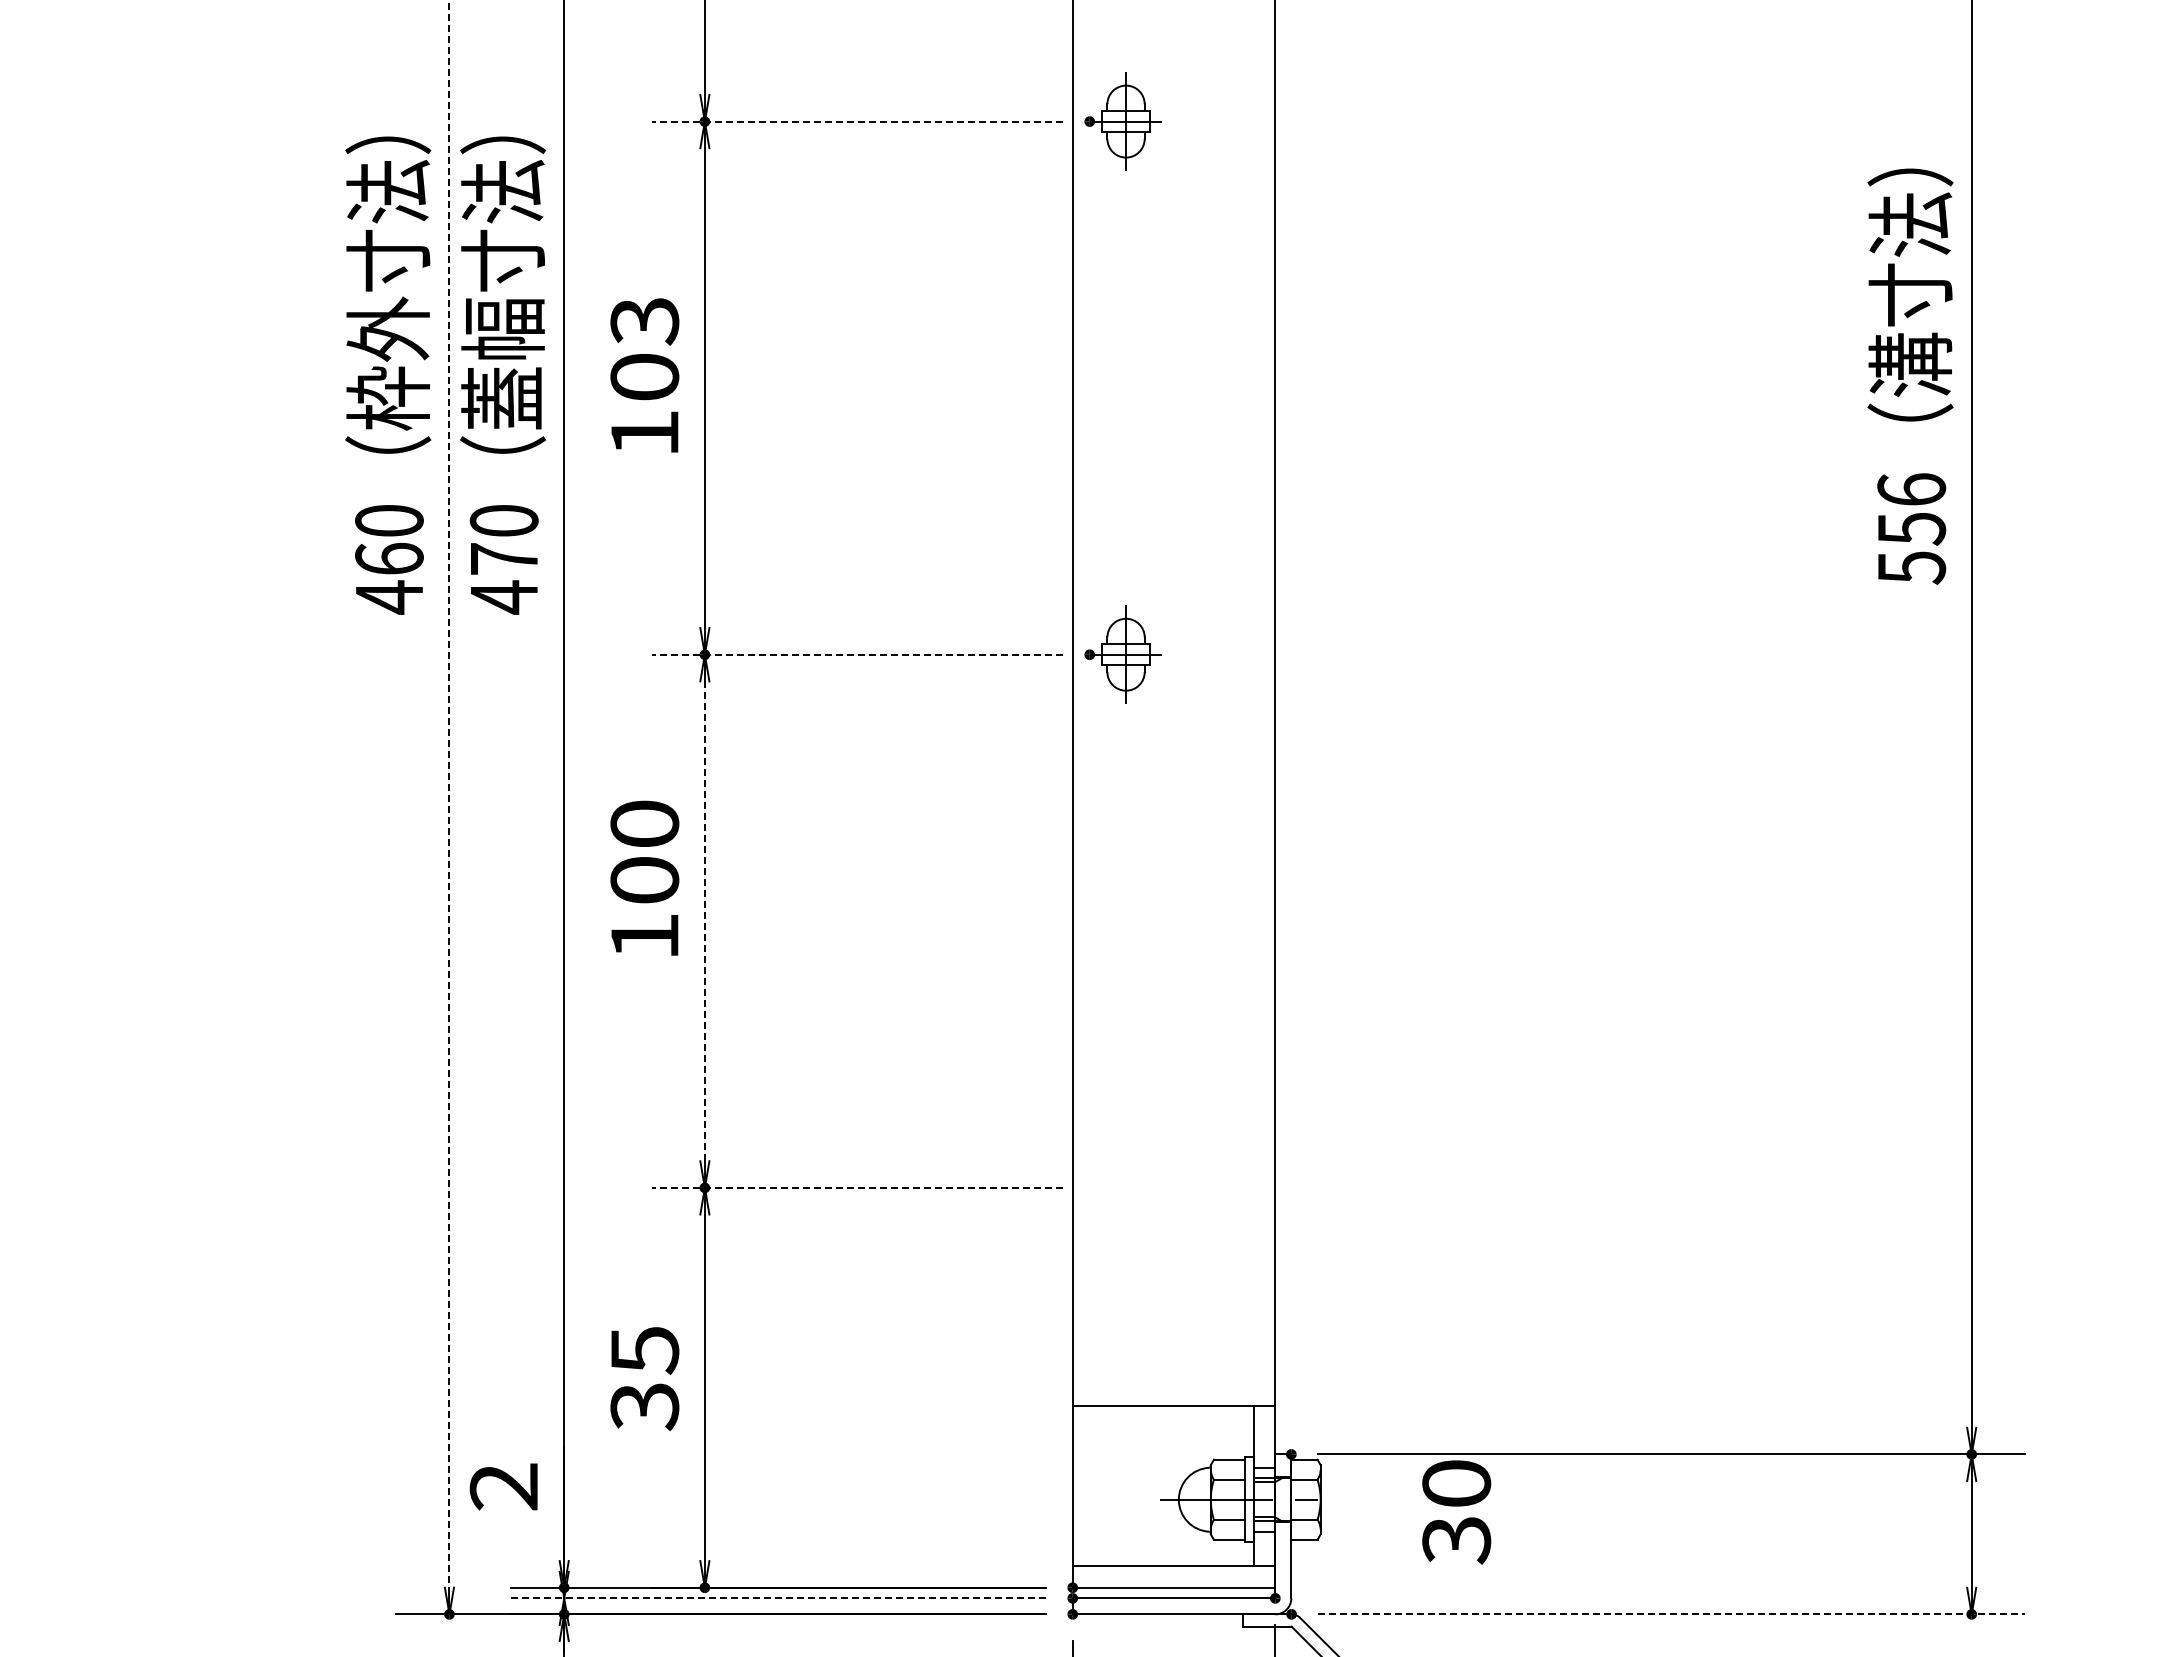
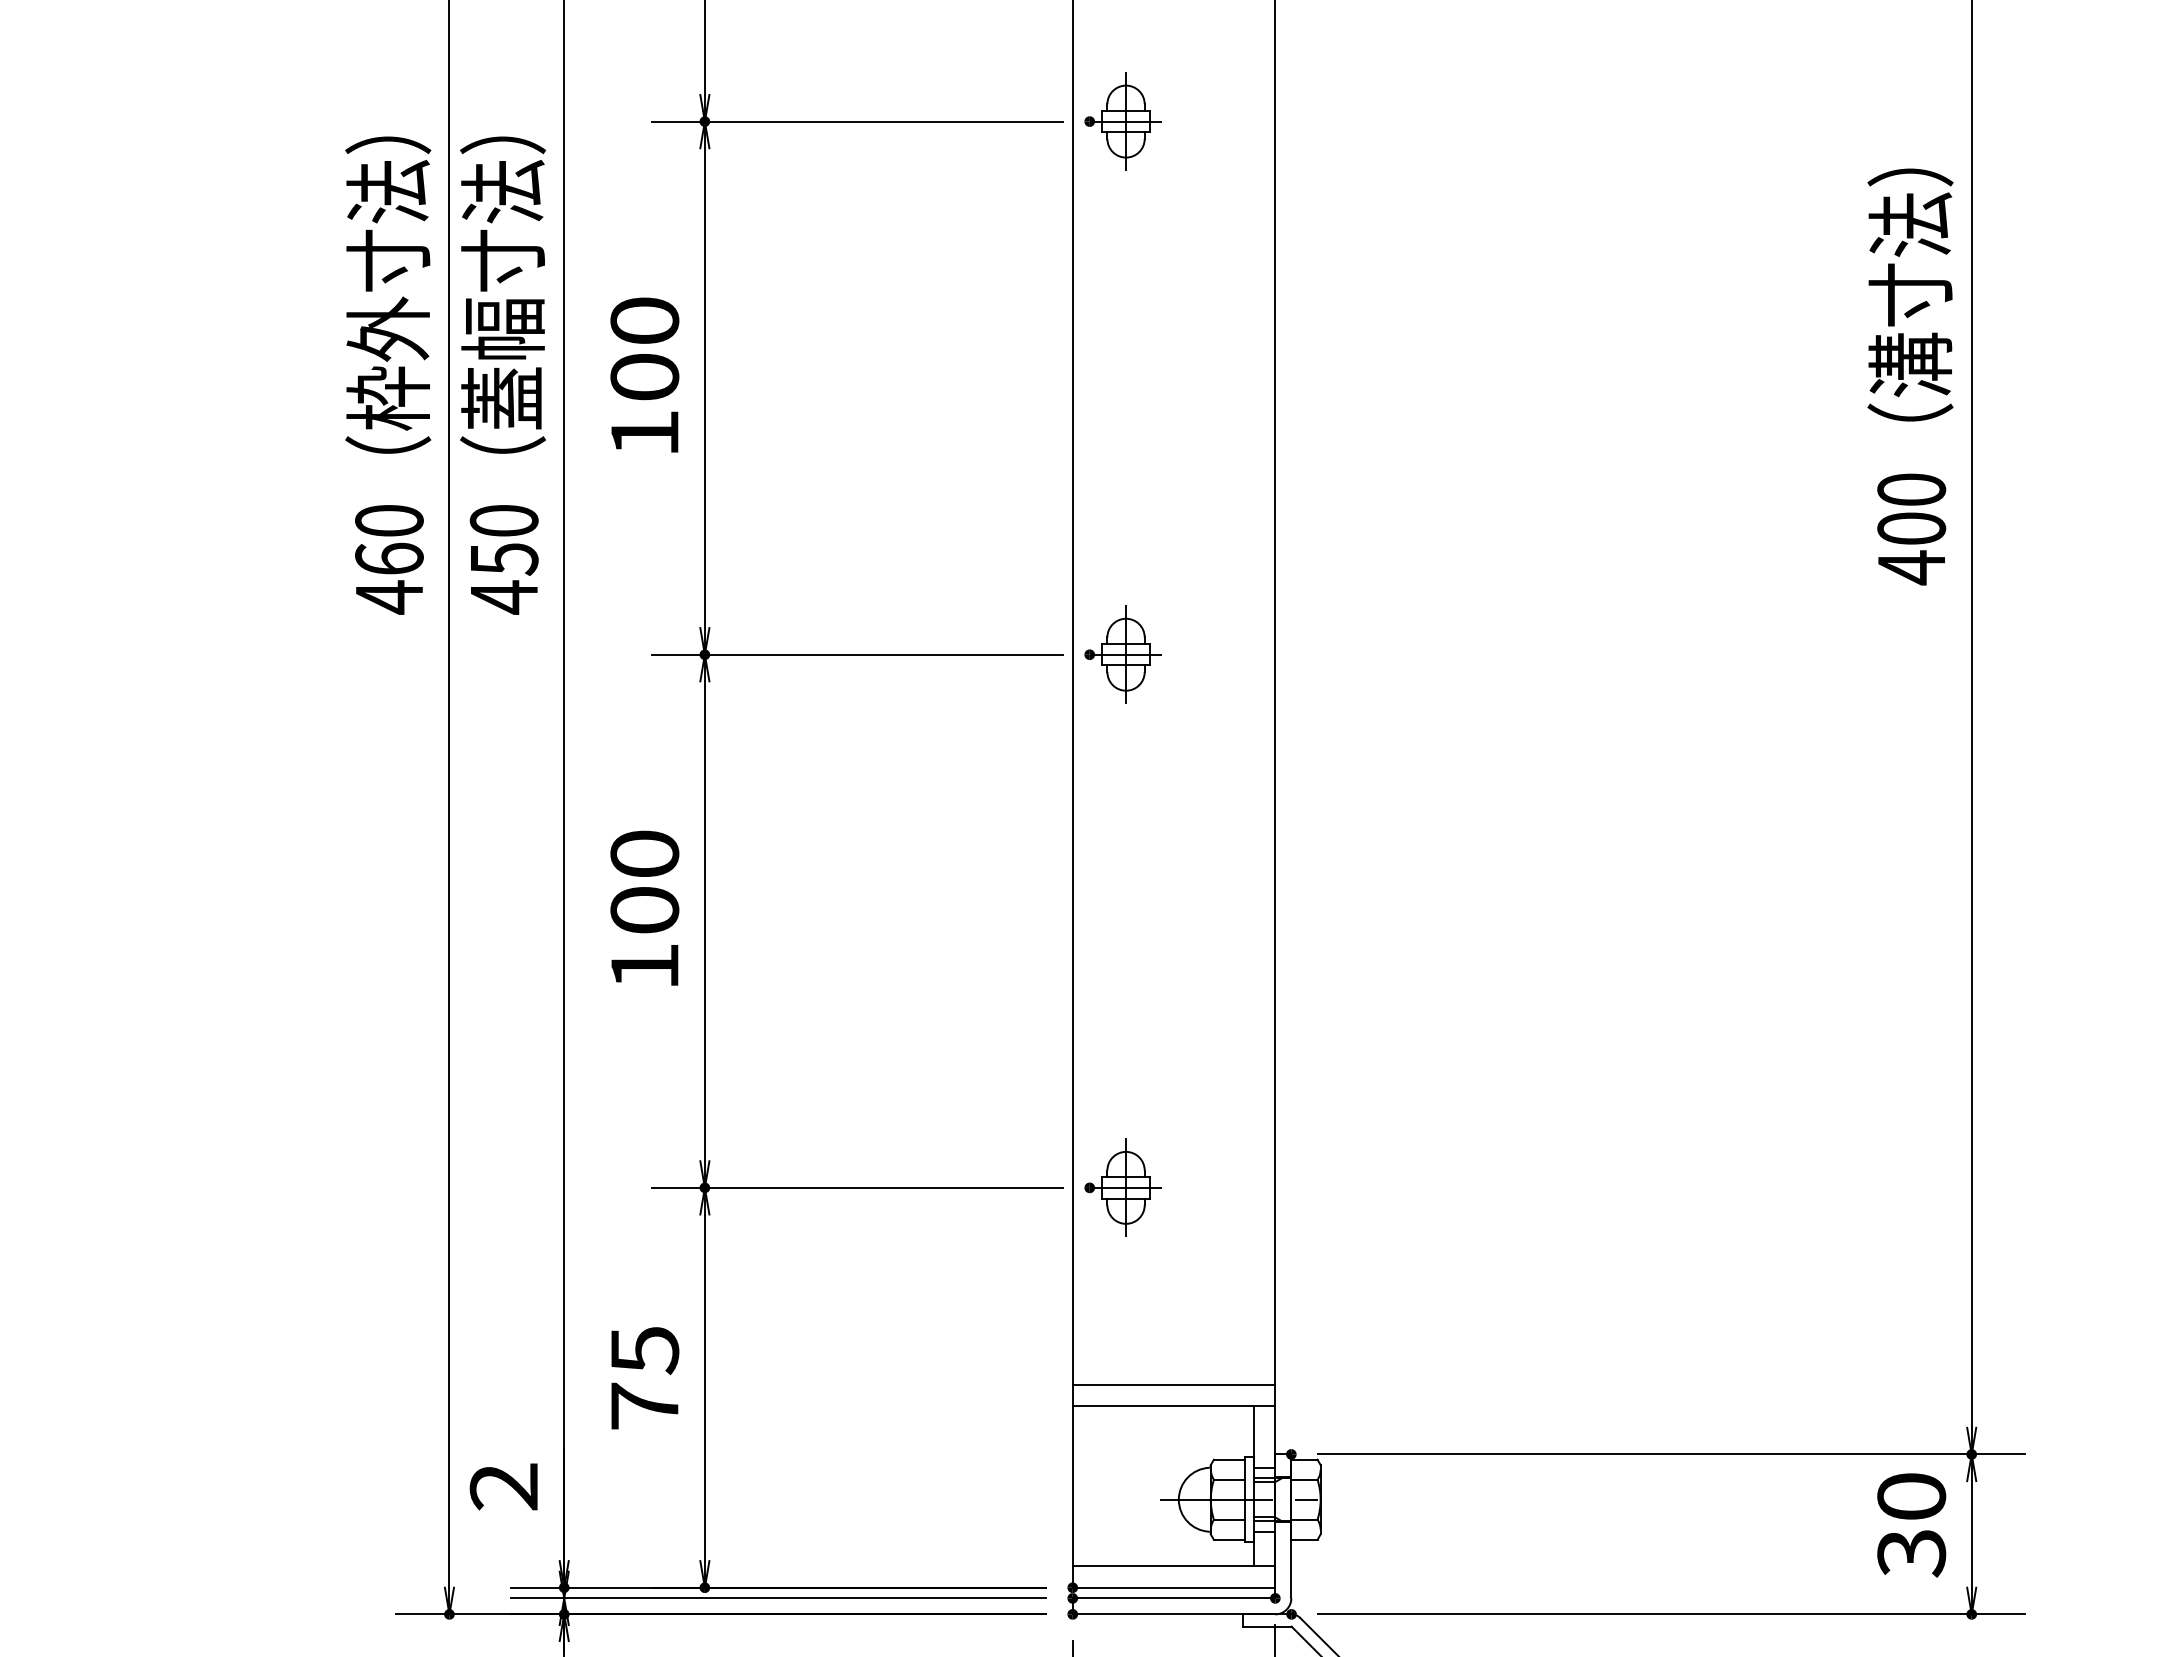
line at (857, 121): dashed -> solid
text at (644, 321): 103 -> 100
text at (1911, 529): 556 -> 400
text at (504, 559): 470 -> 450
line at (857, 654): dashed -> solid
line at (449, 794): dashed -> solid
text at (644, 877) position: (644, 877) -> (644, 907)
line at (704, 921): dashed -> solid
line at (857, 1187): dashed -> solid
part at (1122, 1187): none -> present
line at (1173, 1385): none -> present
text at (644, 1406): 35 -> 75
text at (1456, 1512) position: (1456, 1512) -> (1911, 1525)
line at (778, 1598): dashed -> solid
line at (1672, 1614): dashed -> solid
